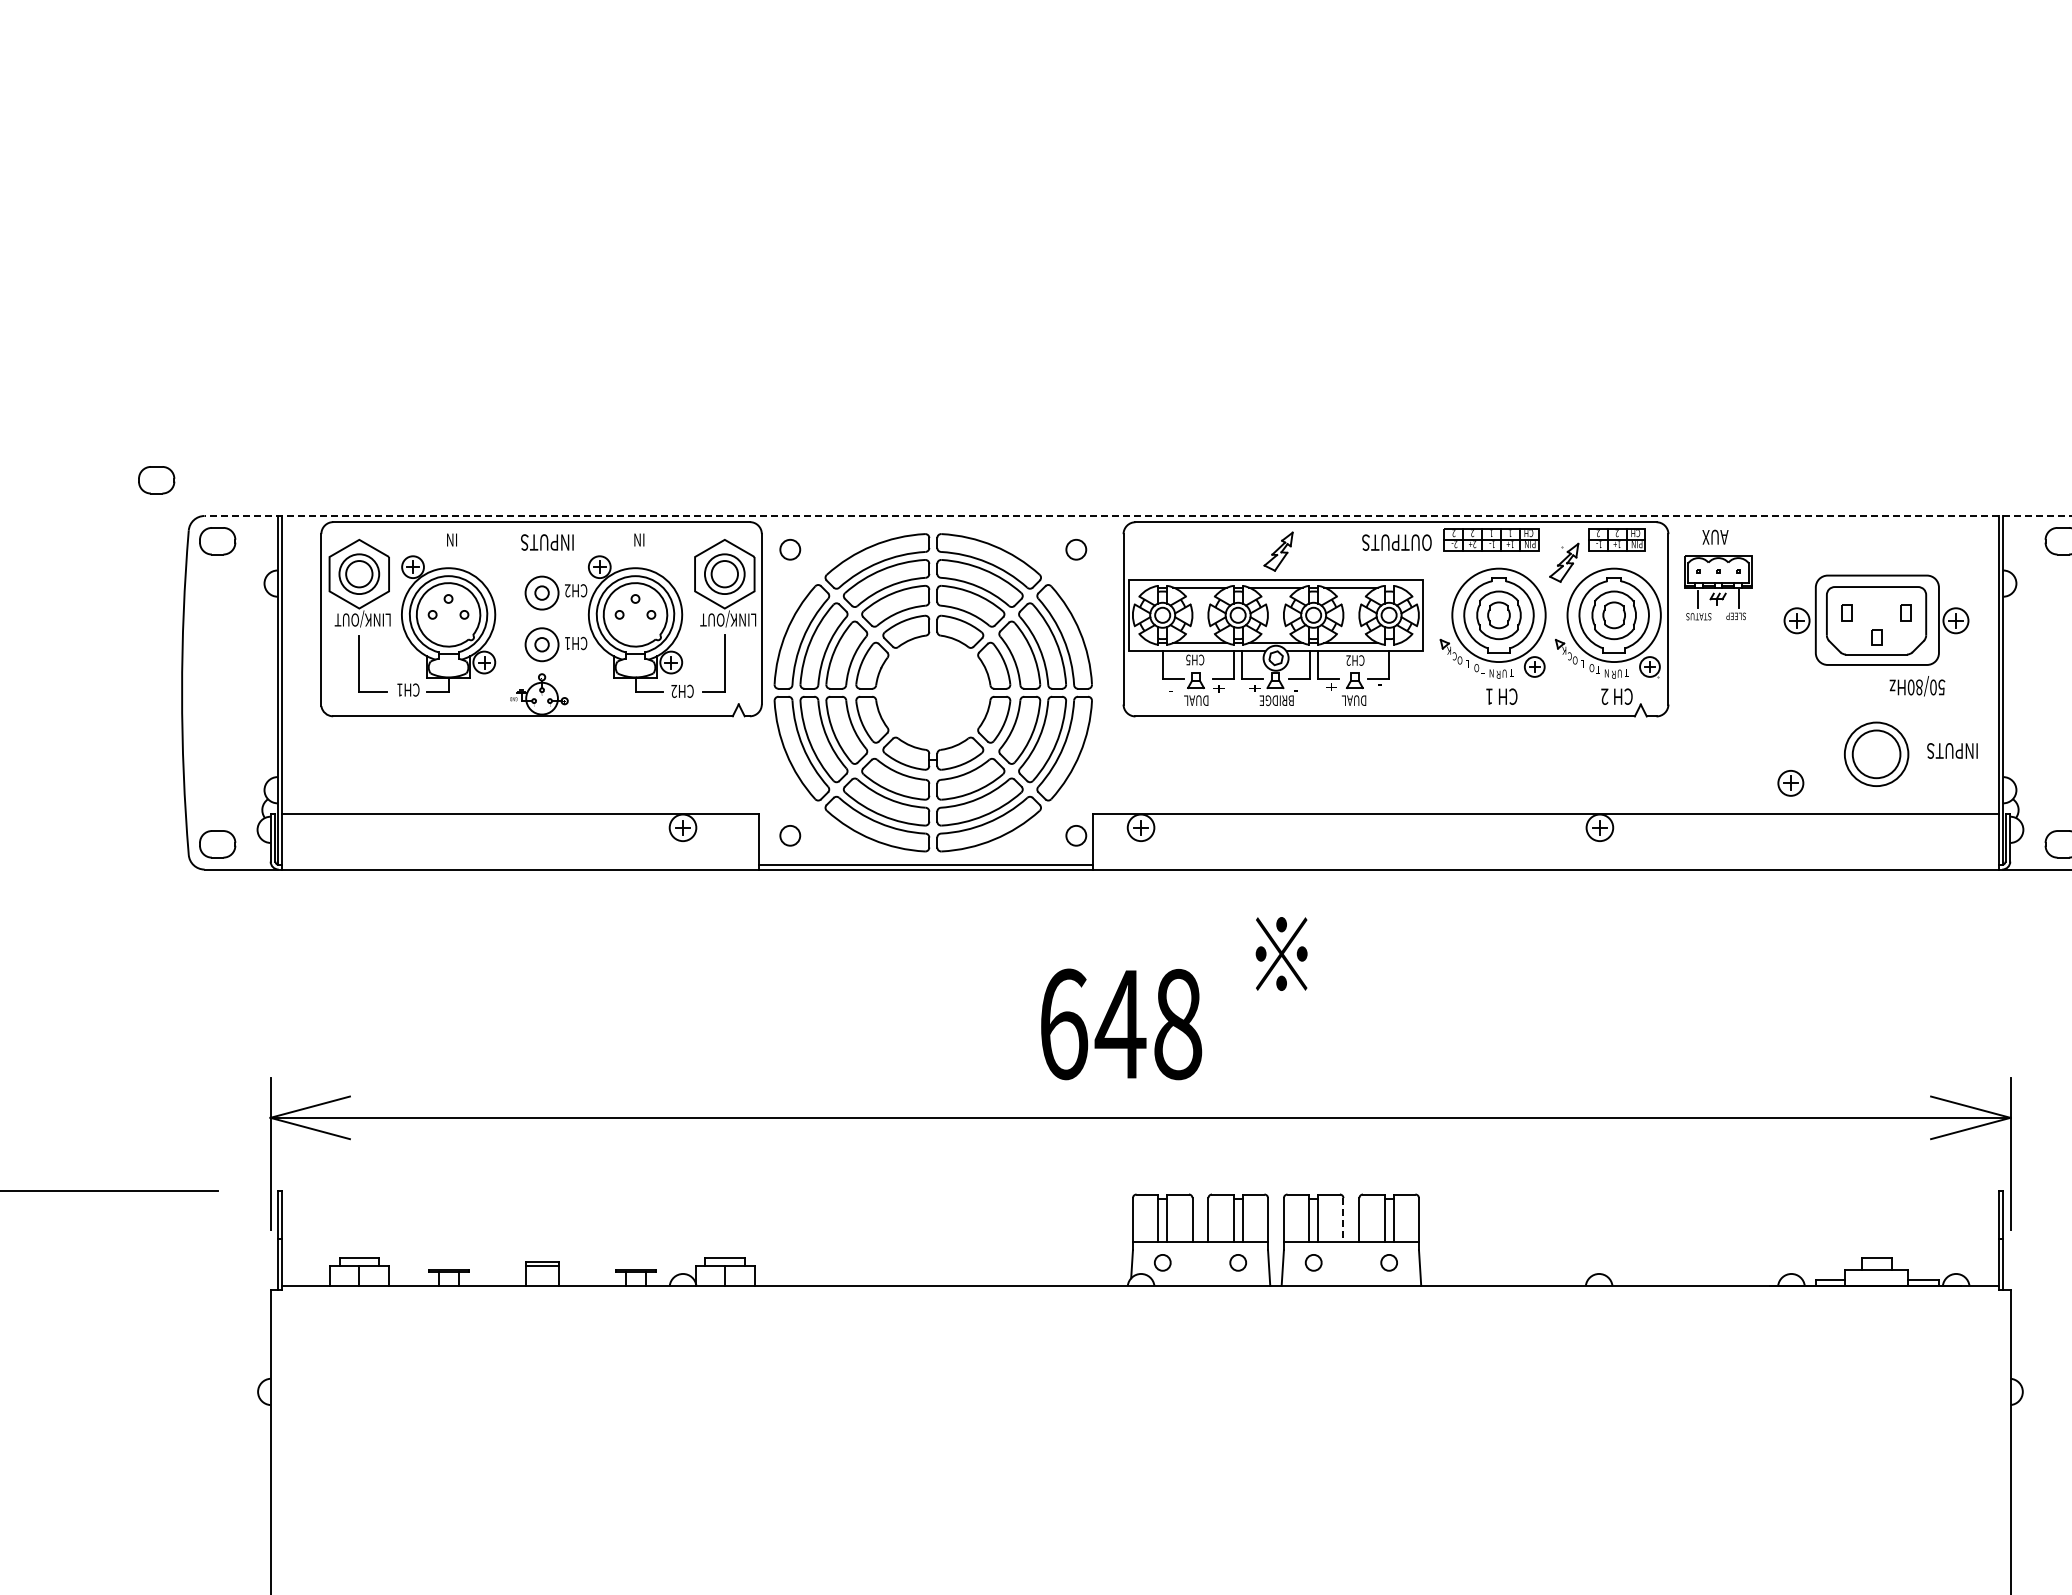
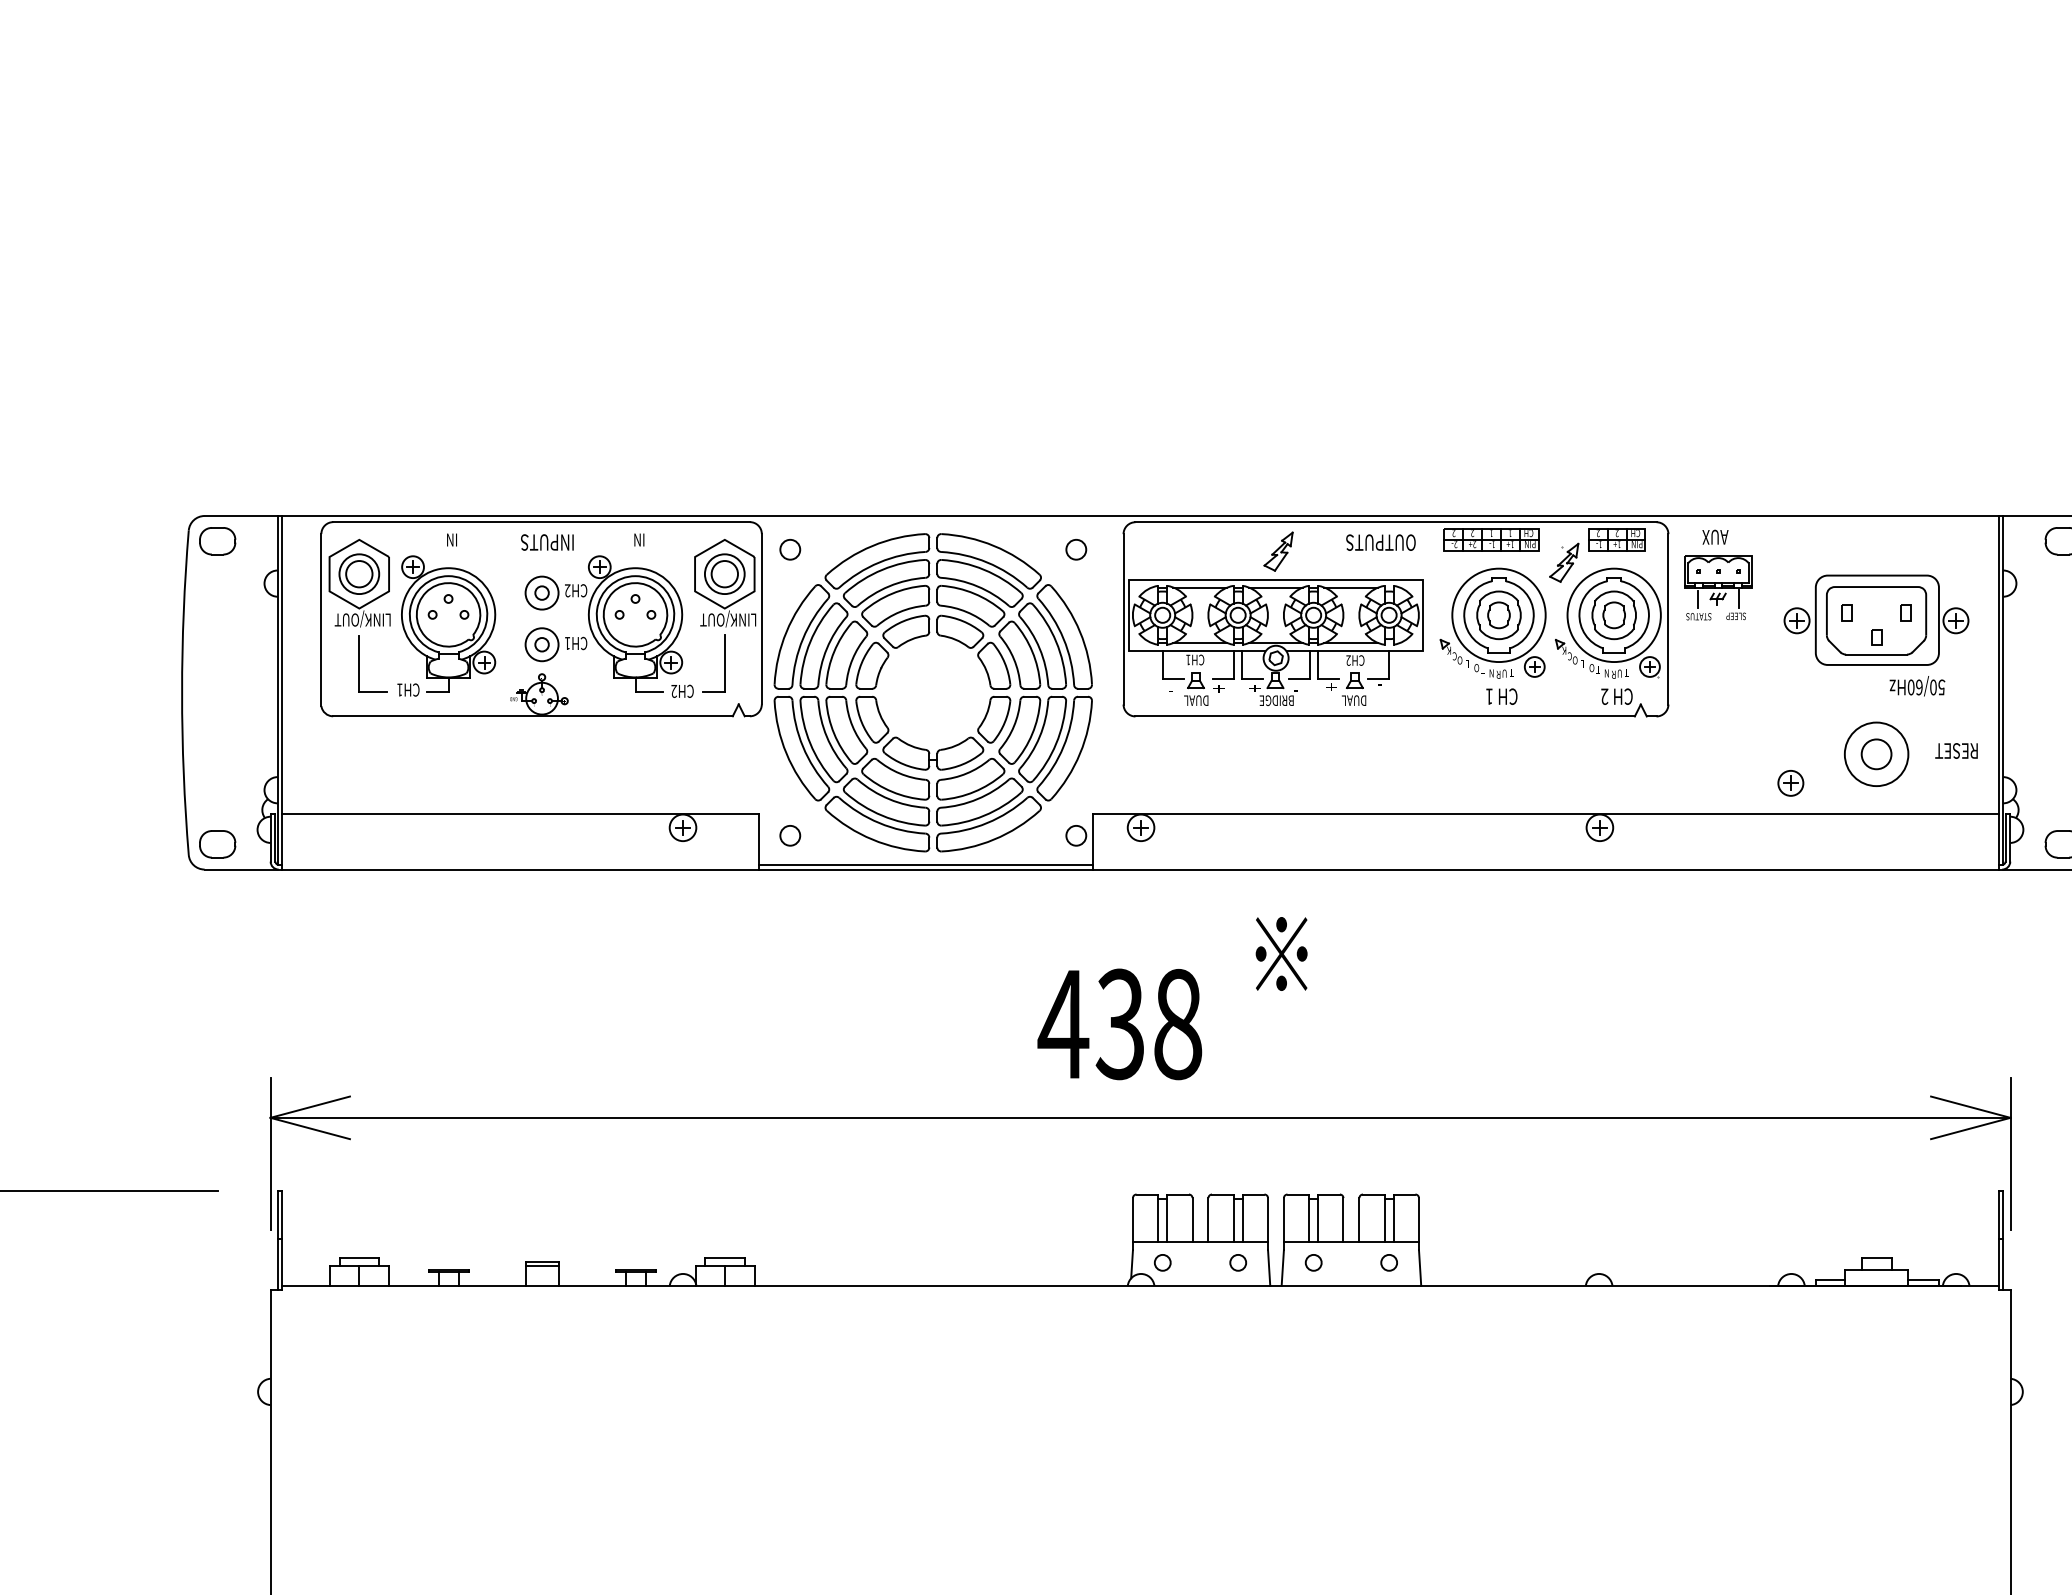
part at (156, 480): present -> none
line at (1137, 516): dashed -> solid
text at (1396, 542) position: (1396, 542) -> (1380, 542)
text at (1188, 659): CH5 -> CH1
text at (1919, 687): 50/80Hz -> 50/60Hz
text at (1951, 750): INPUTS -> RESET
circle at (1876, 754) diameter: 48 px -> 30 px
text at (1091, 1024): 648 -> 438
line at (1343, 1220): dashed -> solid
